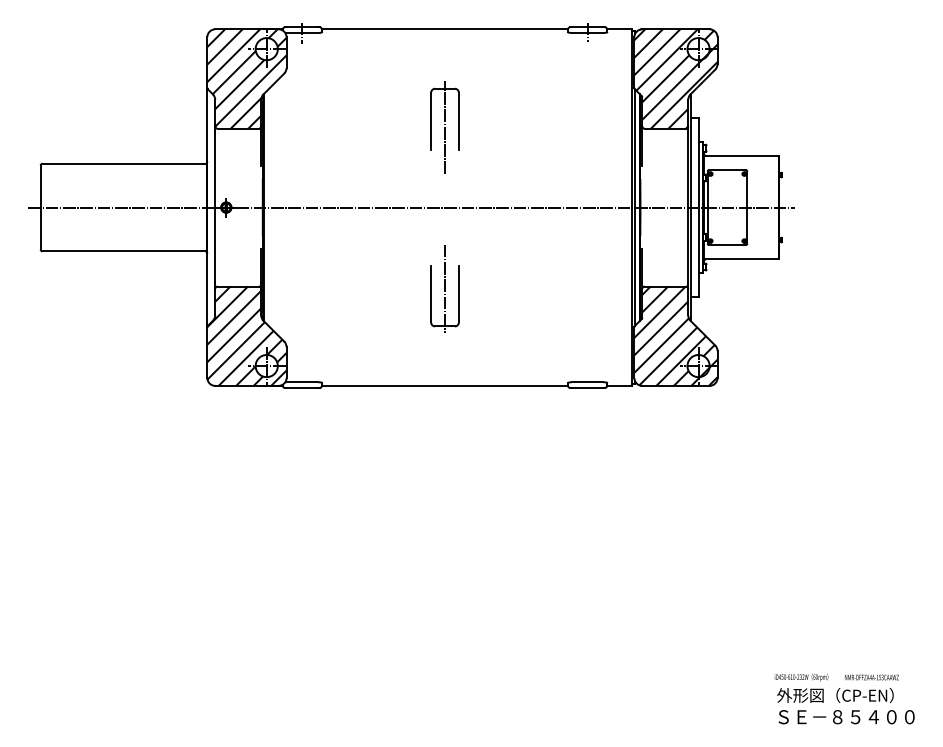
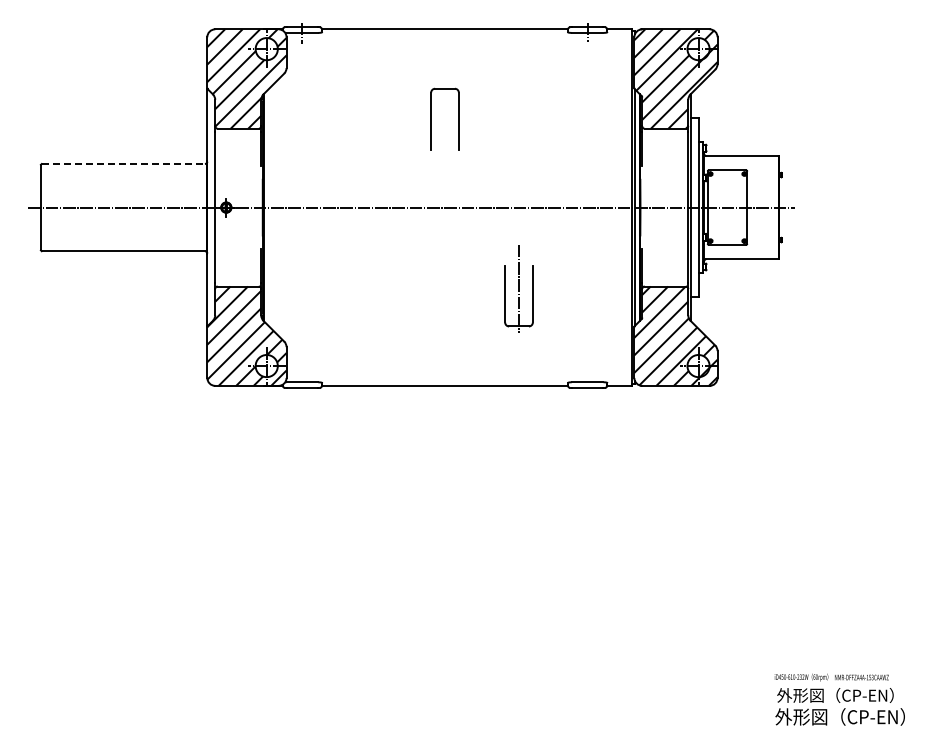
line at (445, 127): present -> none
line at (123, 164): solid -> dashed
part at (444, 288) position: (444, 288) -> (518, 288)
text at (871, 677) position: (871, 677) -> (861, 677)
text at (844, 716): ＳＥ－８５４００ -> 外形図（CP-EN）
